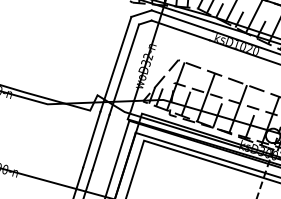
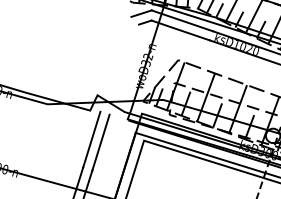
line at (115, 63): present -> none
line at (124, 69): present -> none
line at (117, 157): present -> none
